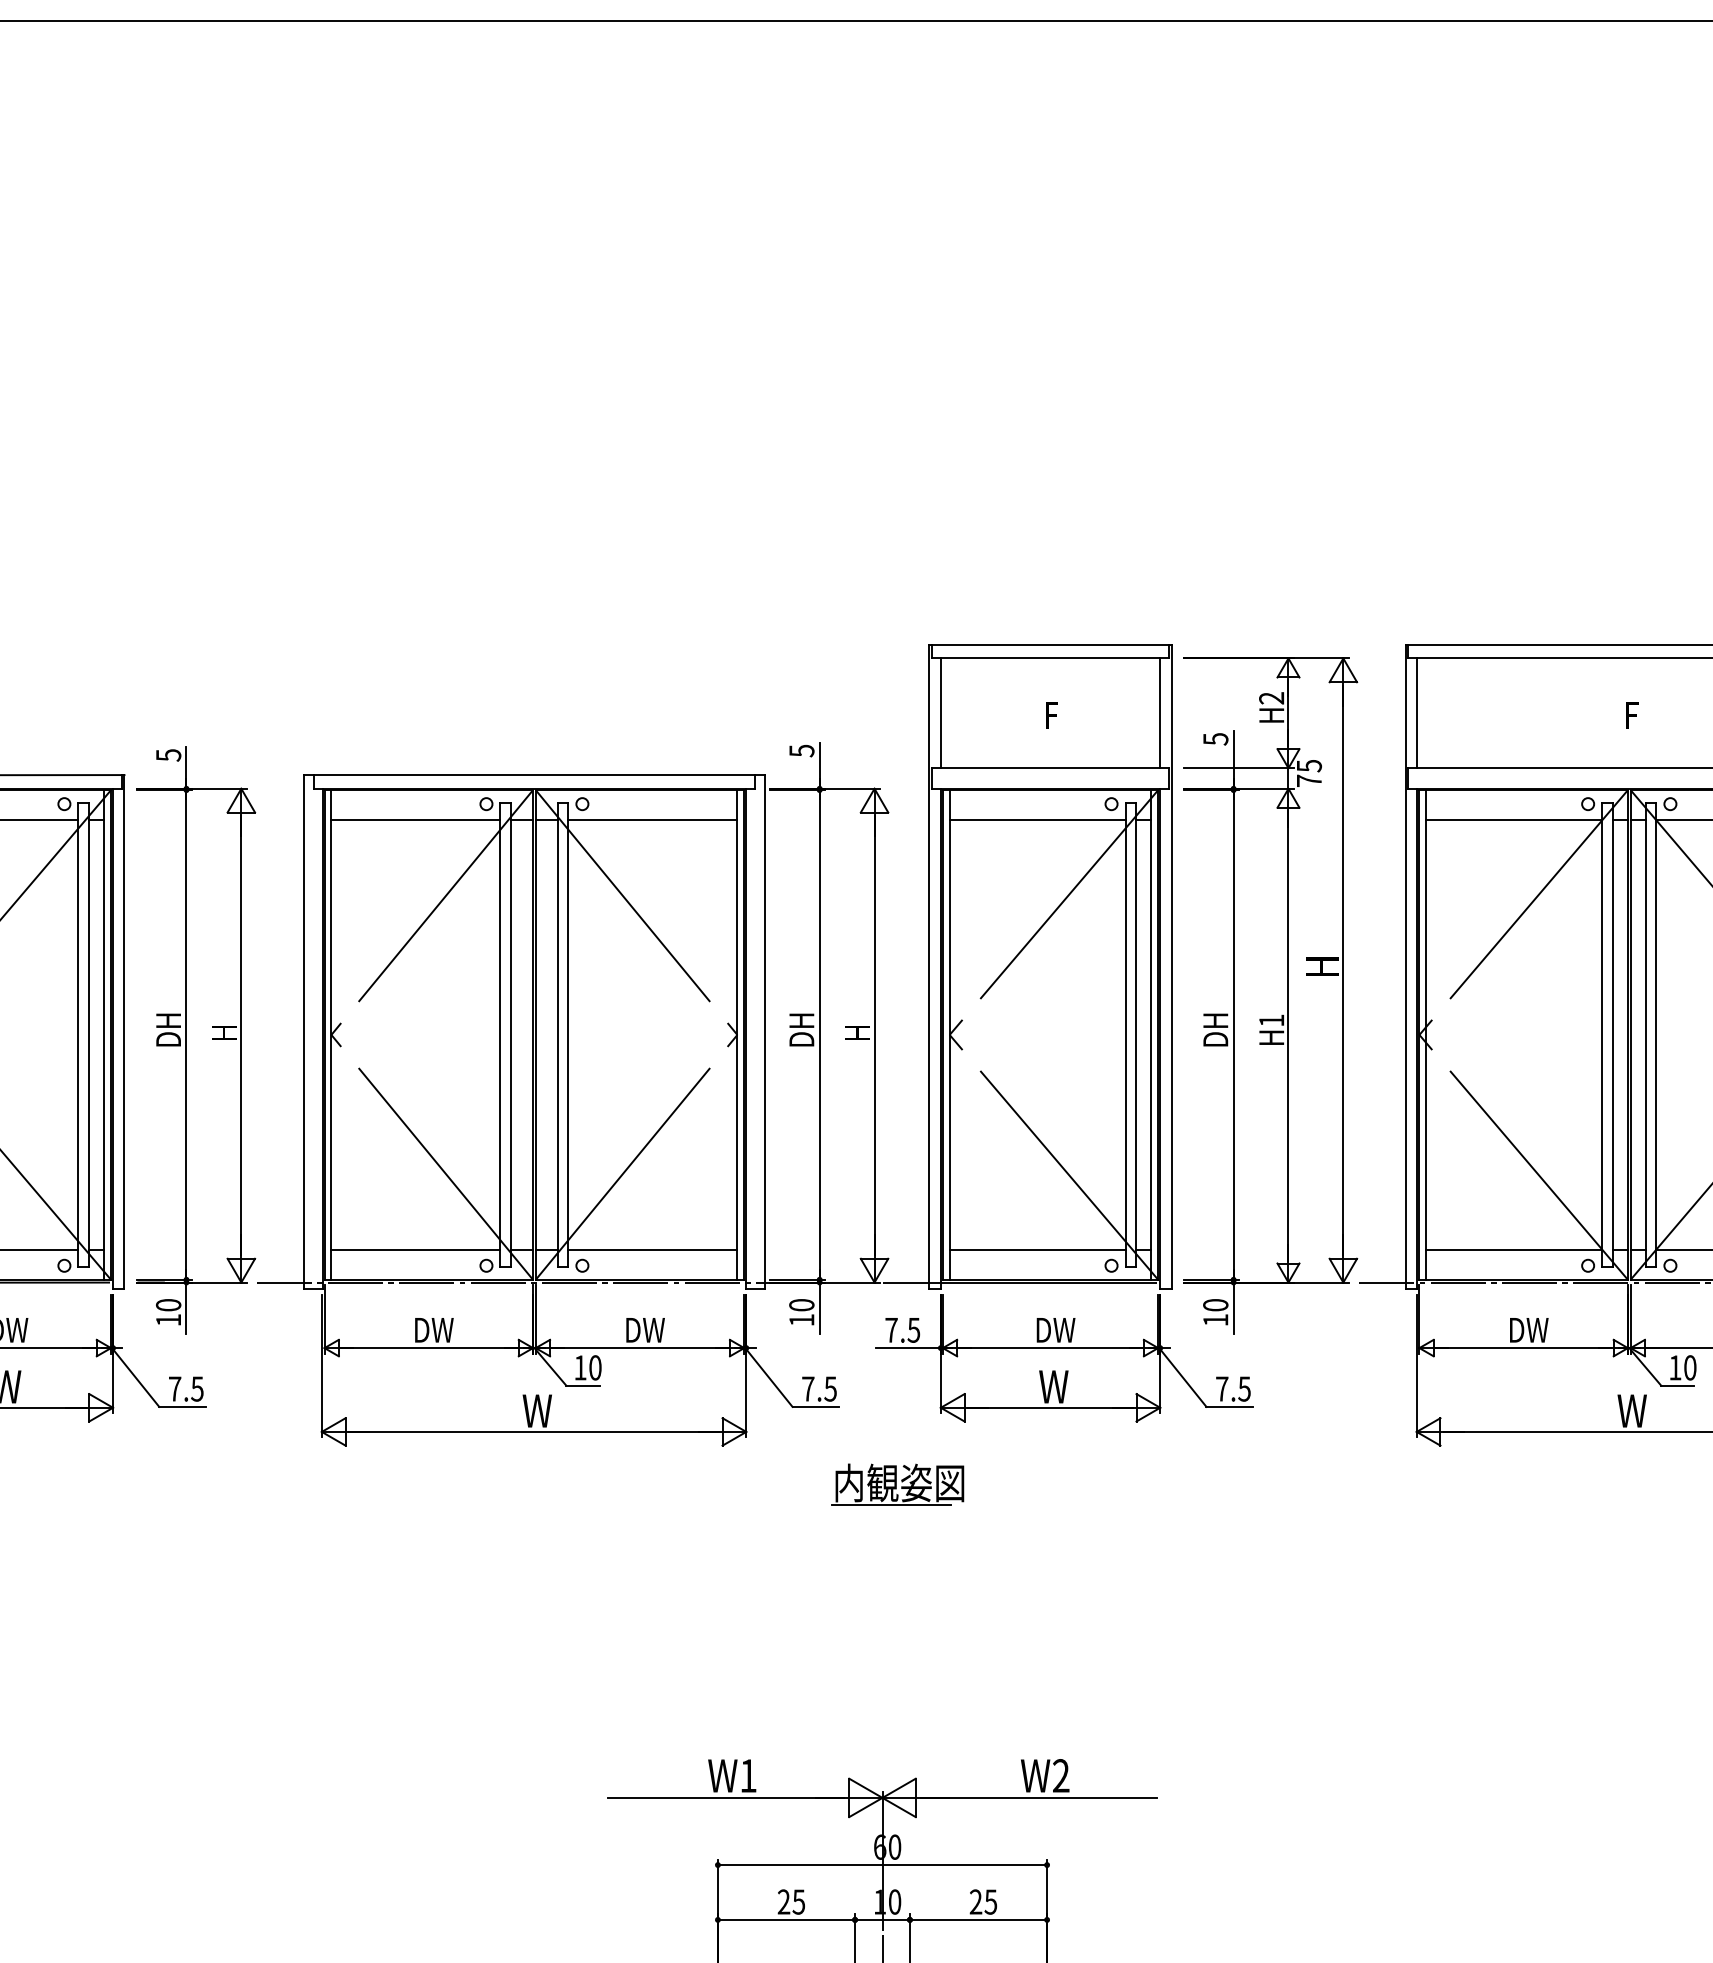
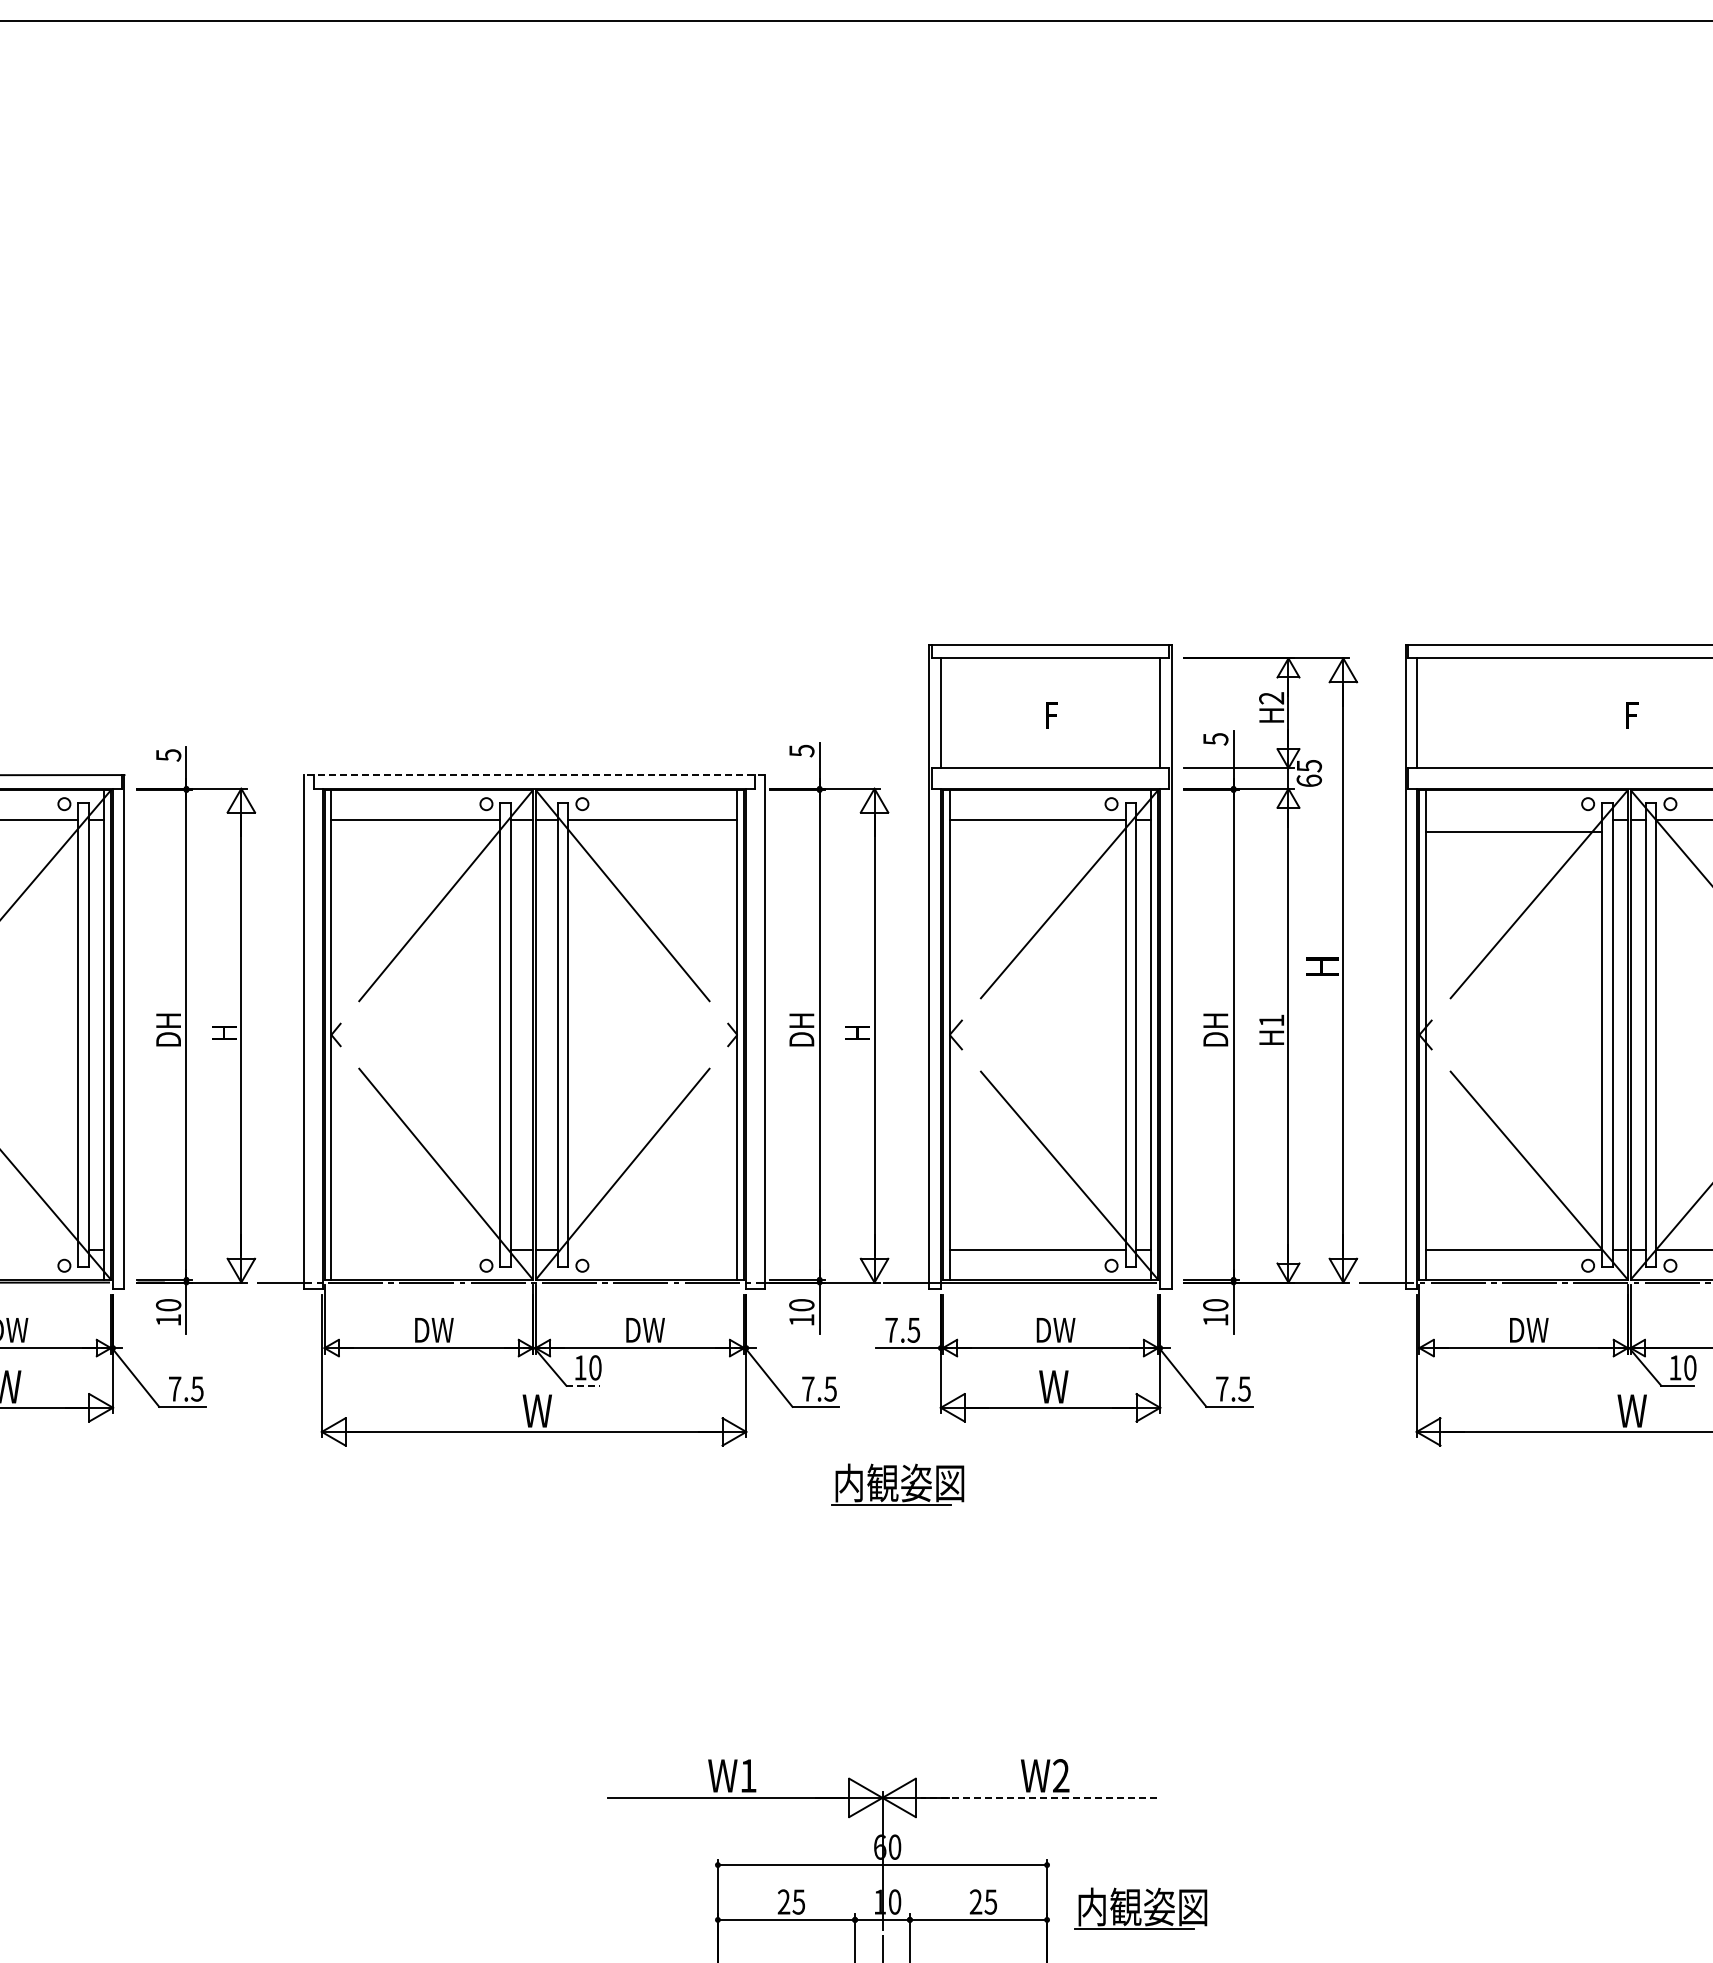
line at (533, 775): solid -> dashed
text at (1309, 780): 75 -> 65
line at (1513, 820) position: (1513, 820) -> (1513, 832)
line at (40, 1249): present -> none
line at (415, 1249): present -> none
line at (652, 1249): present -> none
line at (582, 1385): solid -> dashed
line at (1038, 1797): solid -> dashed
part at (1140, 1908): none -> present
